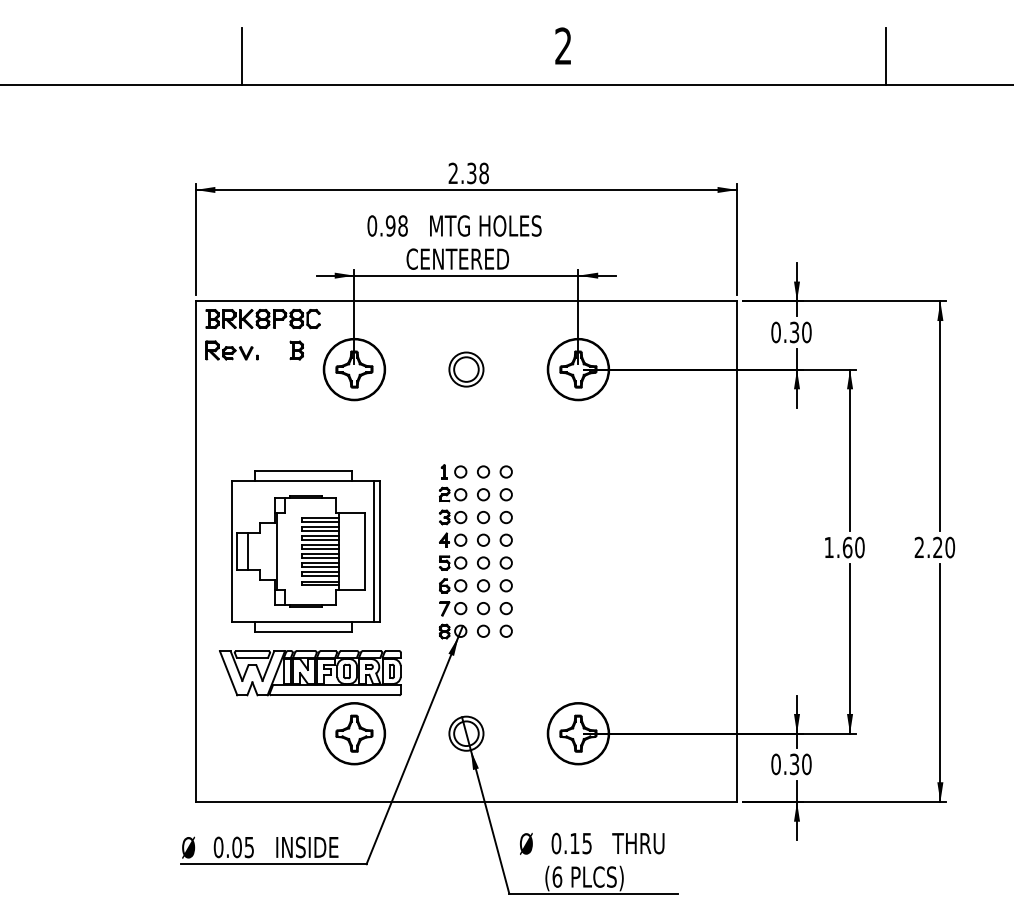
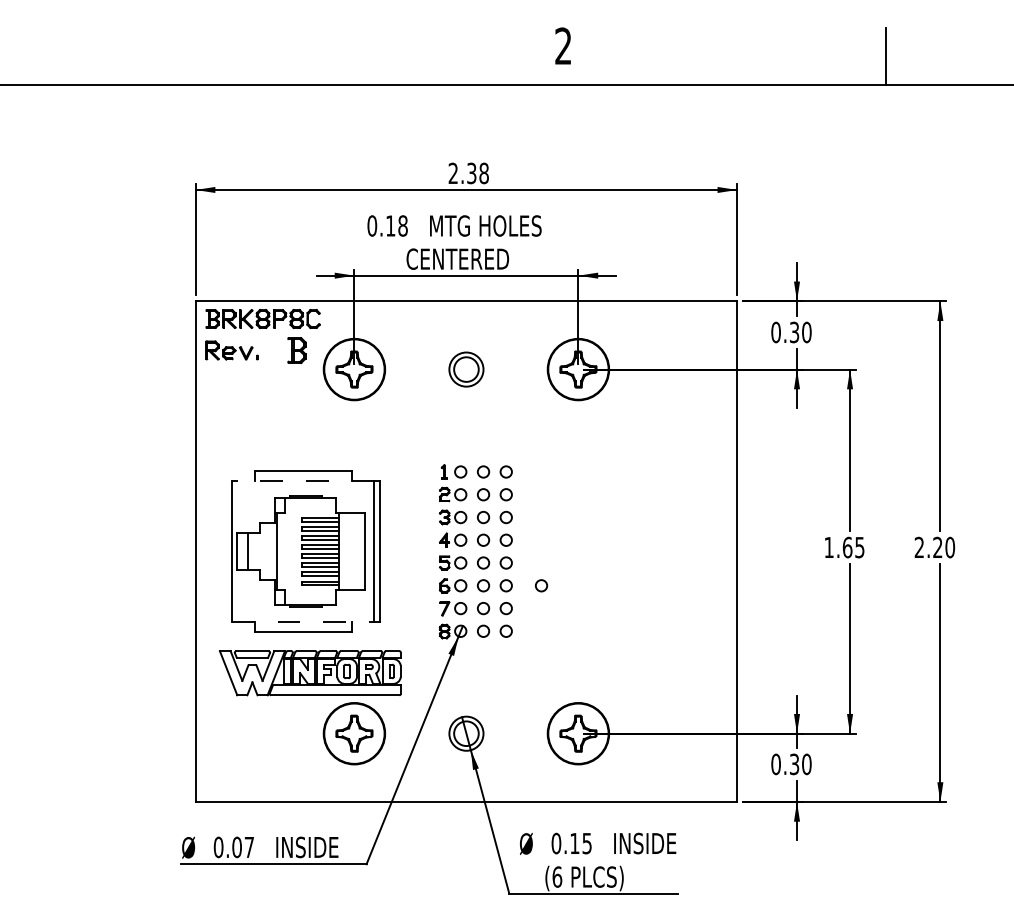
line at (241, 55): present -> none
text at (390, 225): 0.98 -> 0.18
part at (296, 350) size: 15x21 px -> 20x27 px
line at (302, 481): solid -> dashed
text at (859, 547): 1.60 -> 1.65
circle at (541, 585): none -> present
line at (303, 622): solid -> dashed
text at (644, 843): THRU -> INSIDE
text at (248, 847): 0.05 -> 0.07
